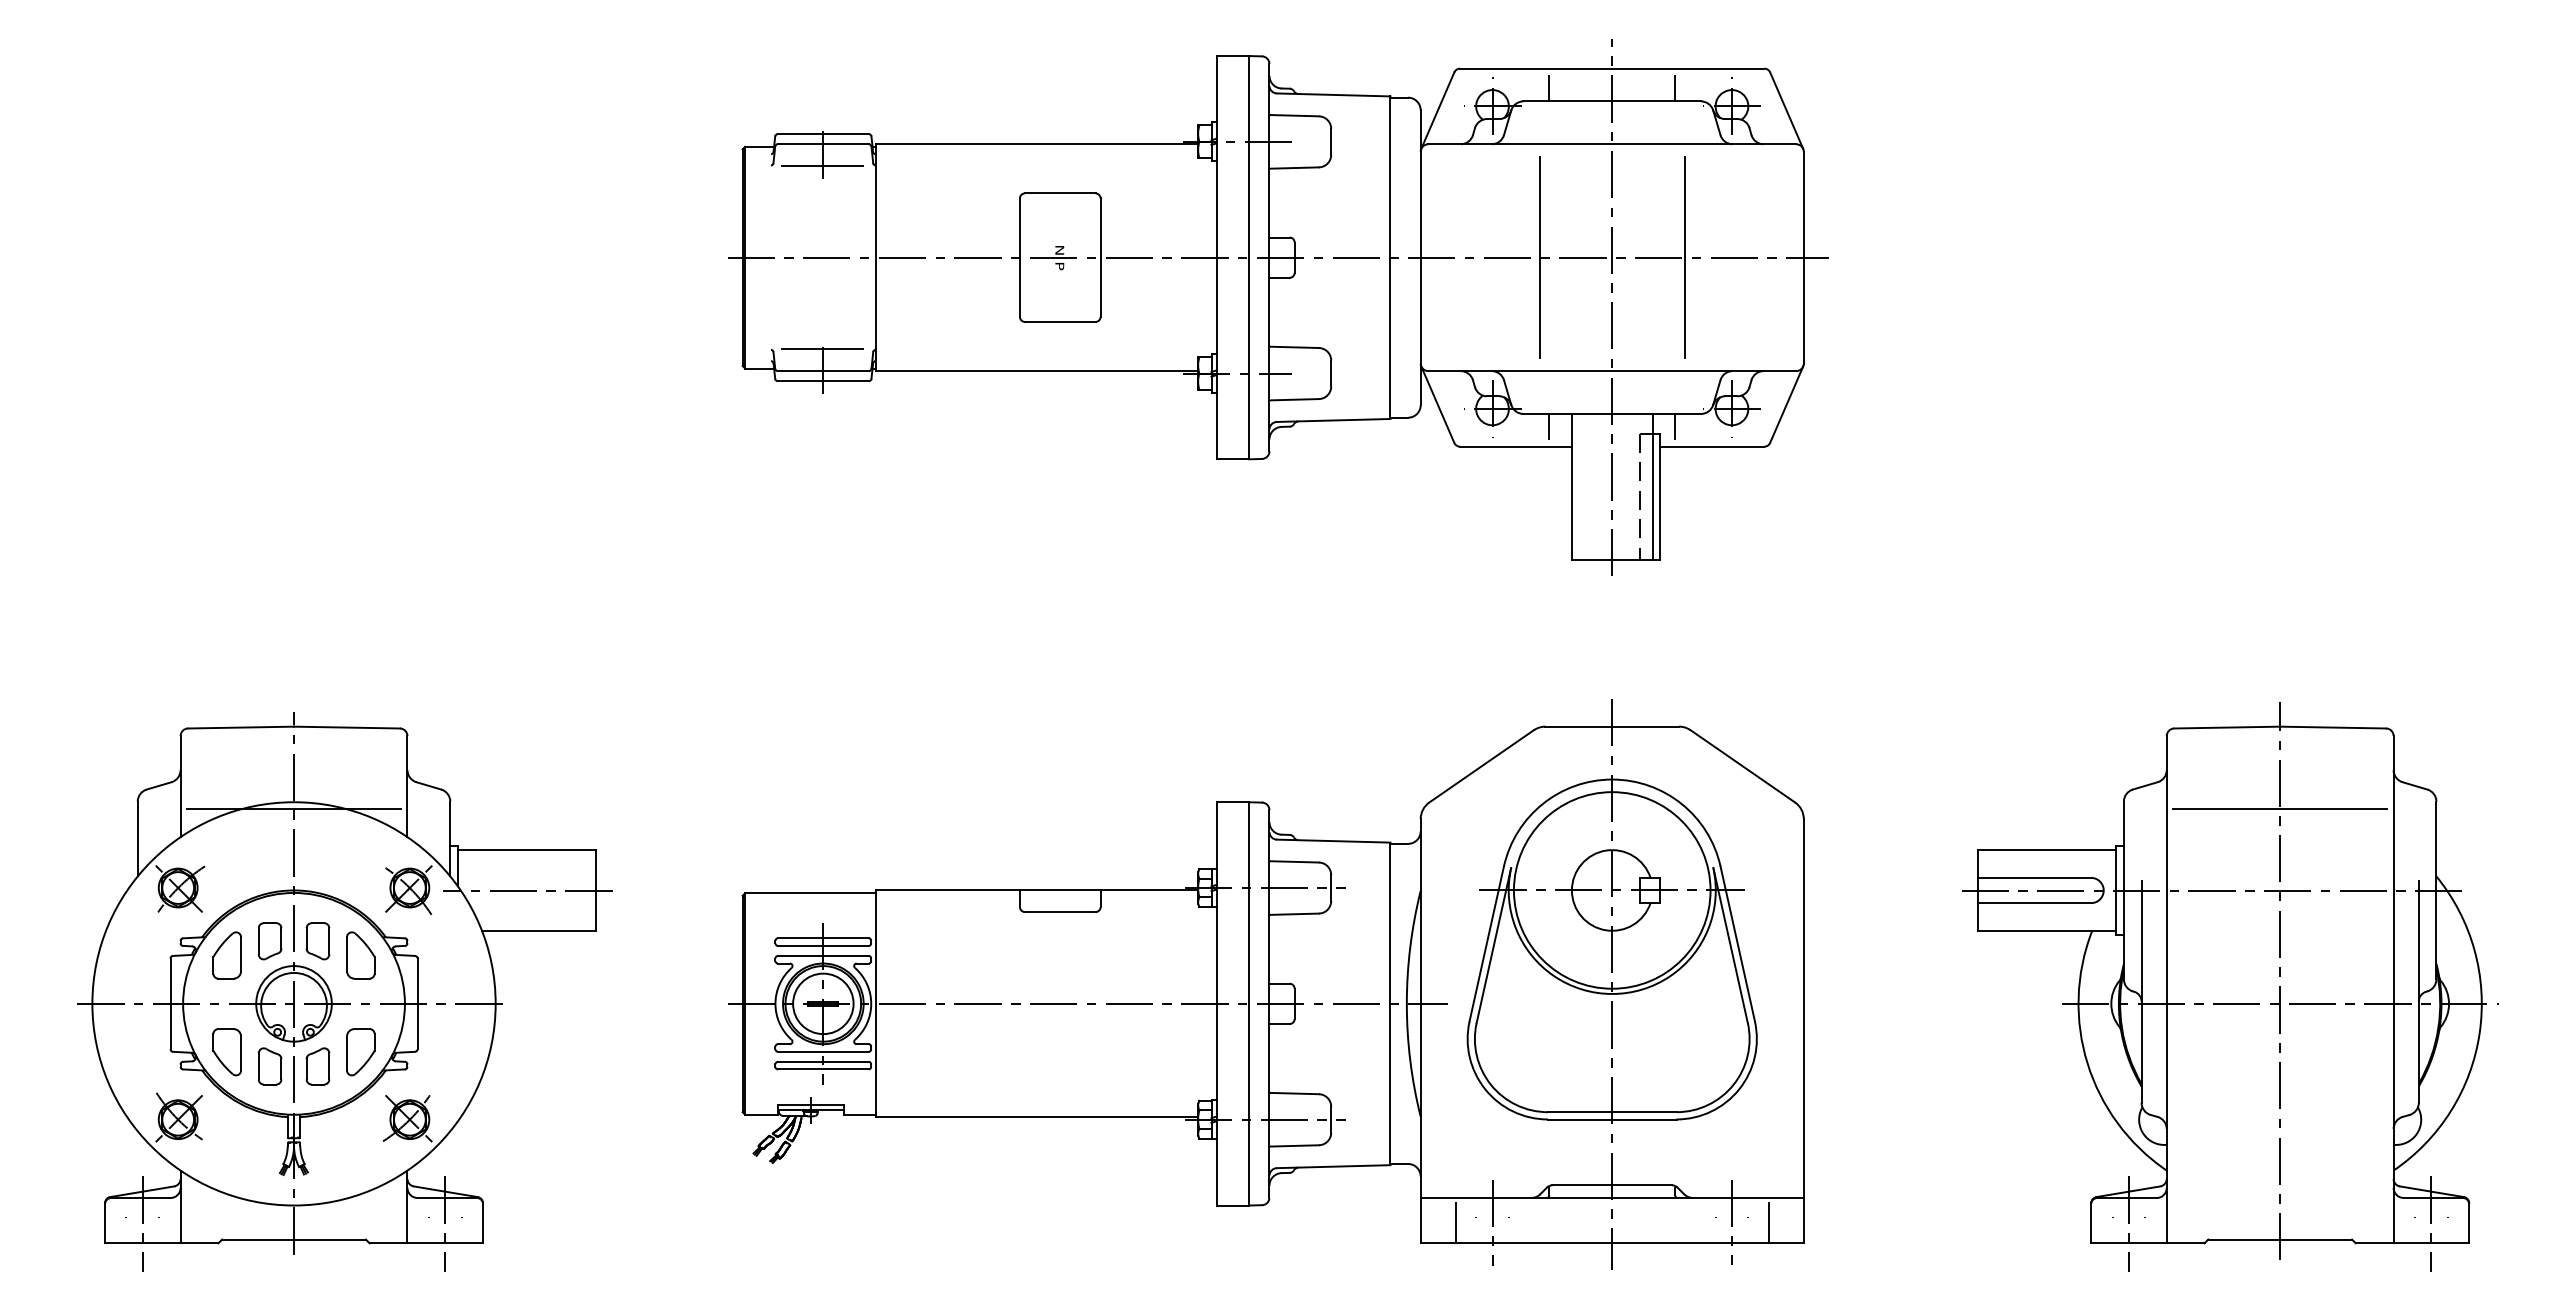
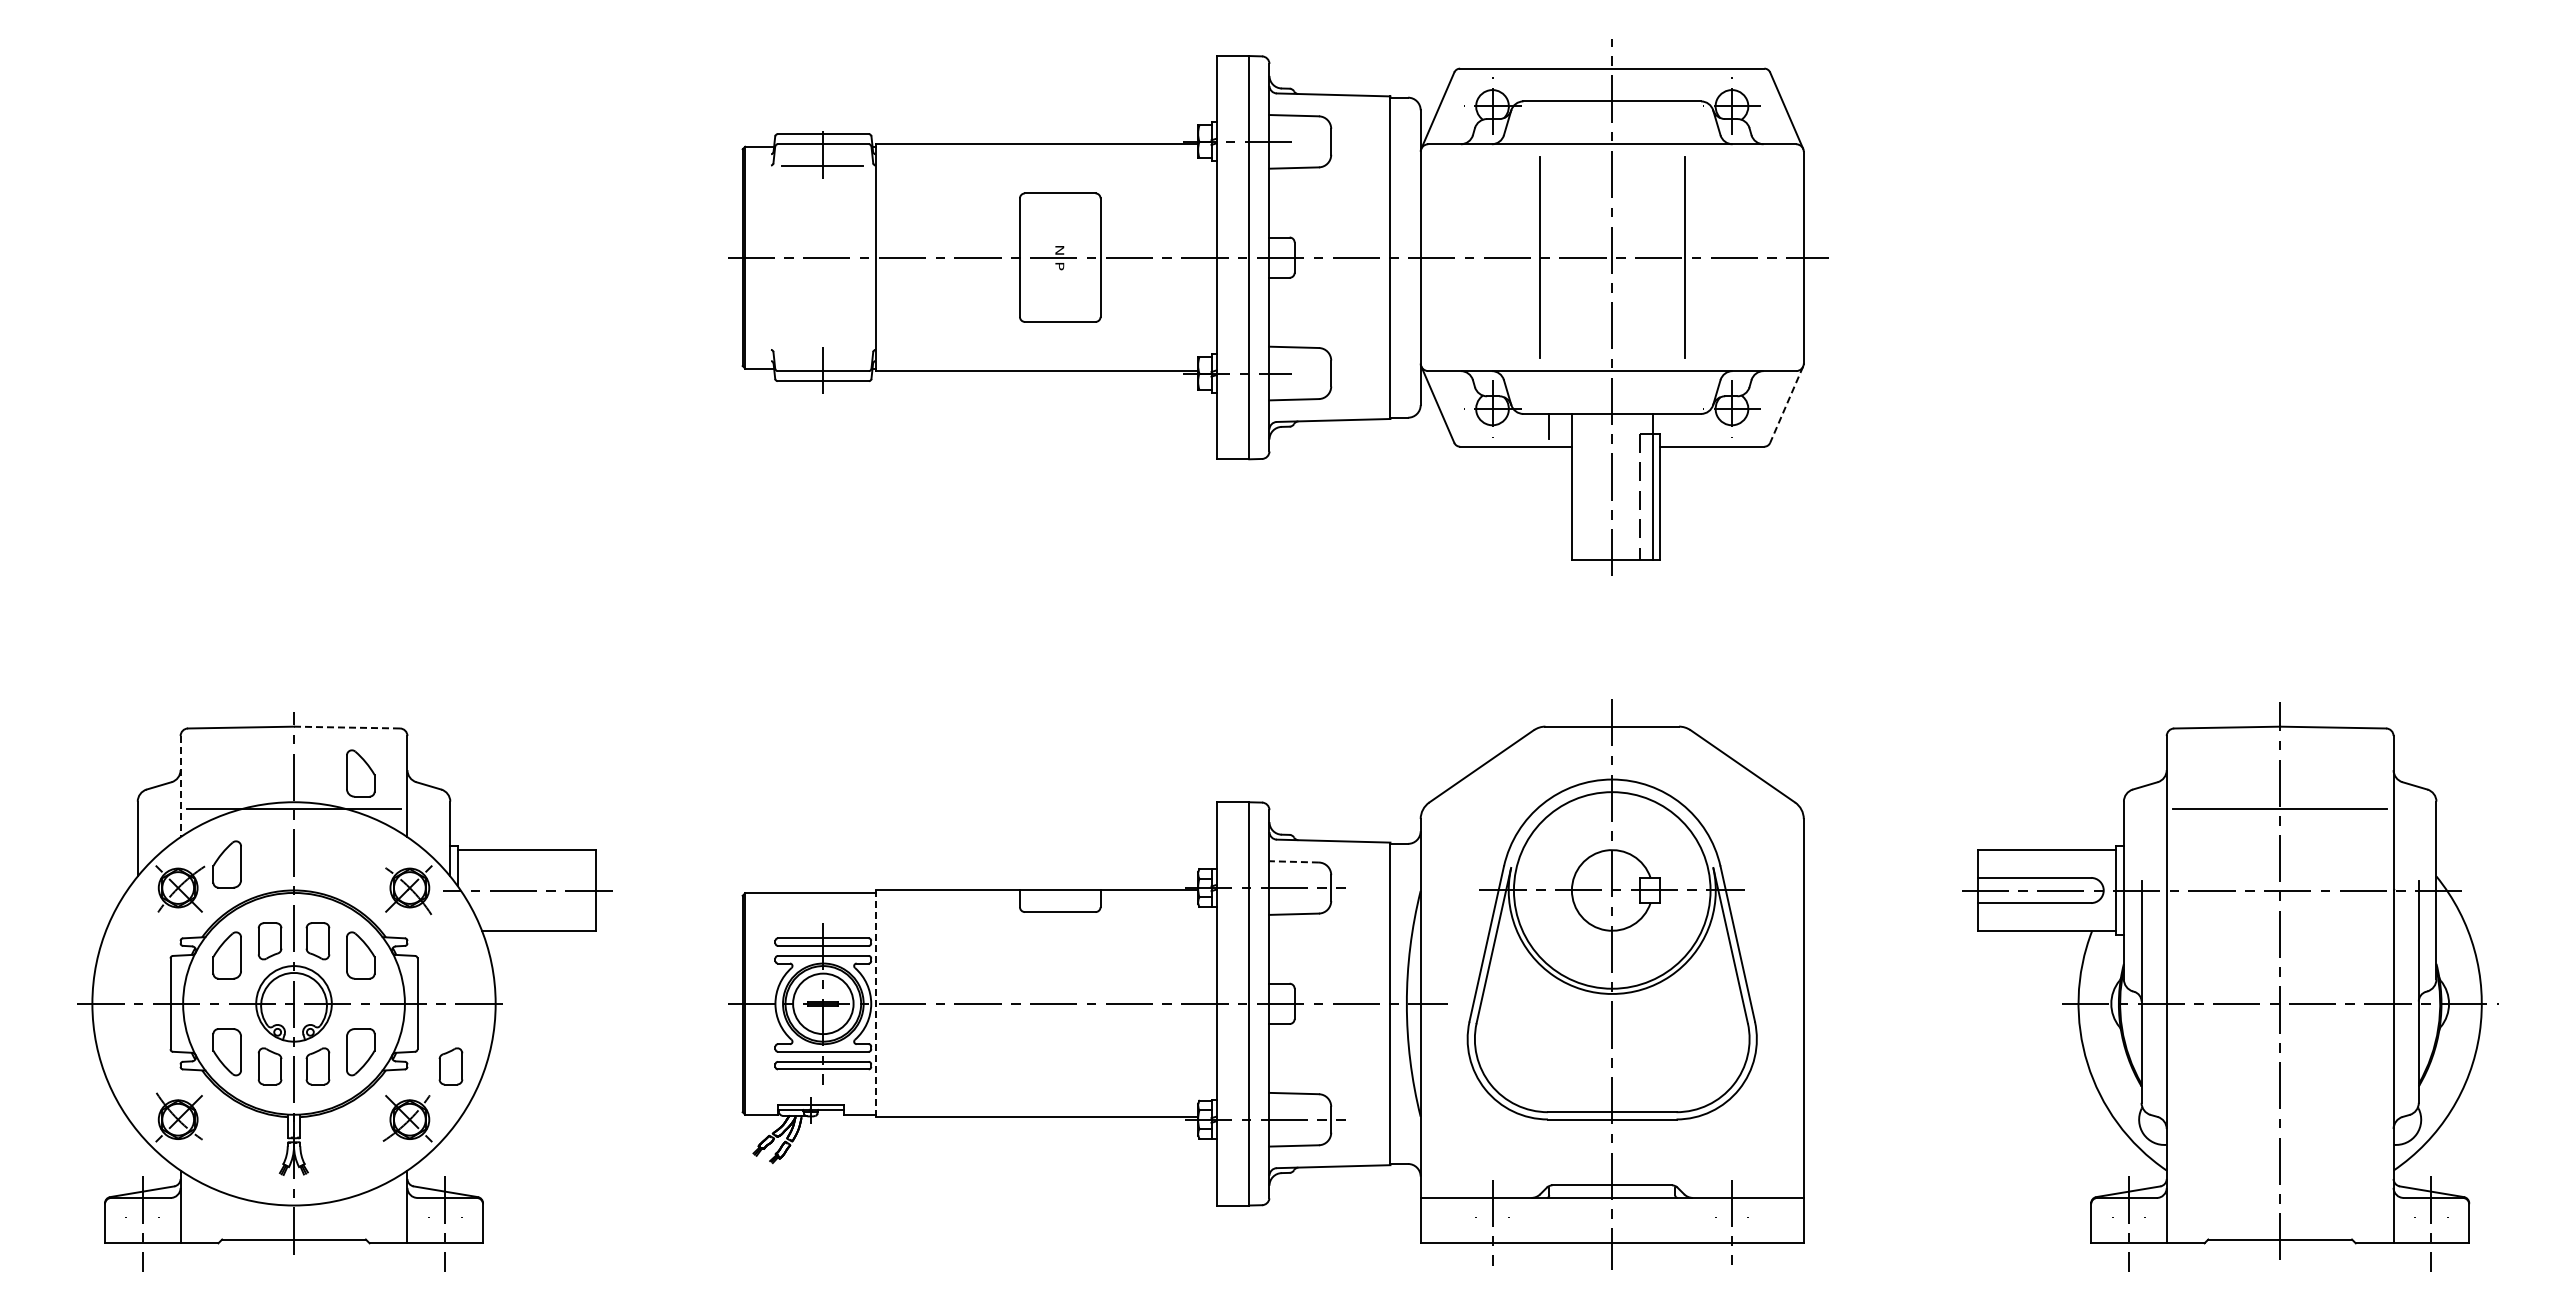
line at (1549, 88): present -> none
line at (1675, 88): present -> none
line at (822, 349): present -> none
line at (1786, 404): solid -> dashed
line at (1675, 426): present -> none
line at (347, 727): solid -> dashed
part at (360, 773): none -> present
line at (180, 786): solid -> dashed
line at (1294, 861): solid -> dashed
part at (226, 864): none -> present
line at (876, 1003): solid -> dashed
part at (450, 1066): none -> present
line at (1455, 1223): present -> none
line at (1768, 1223): present -> none
